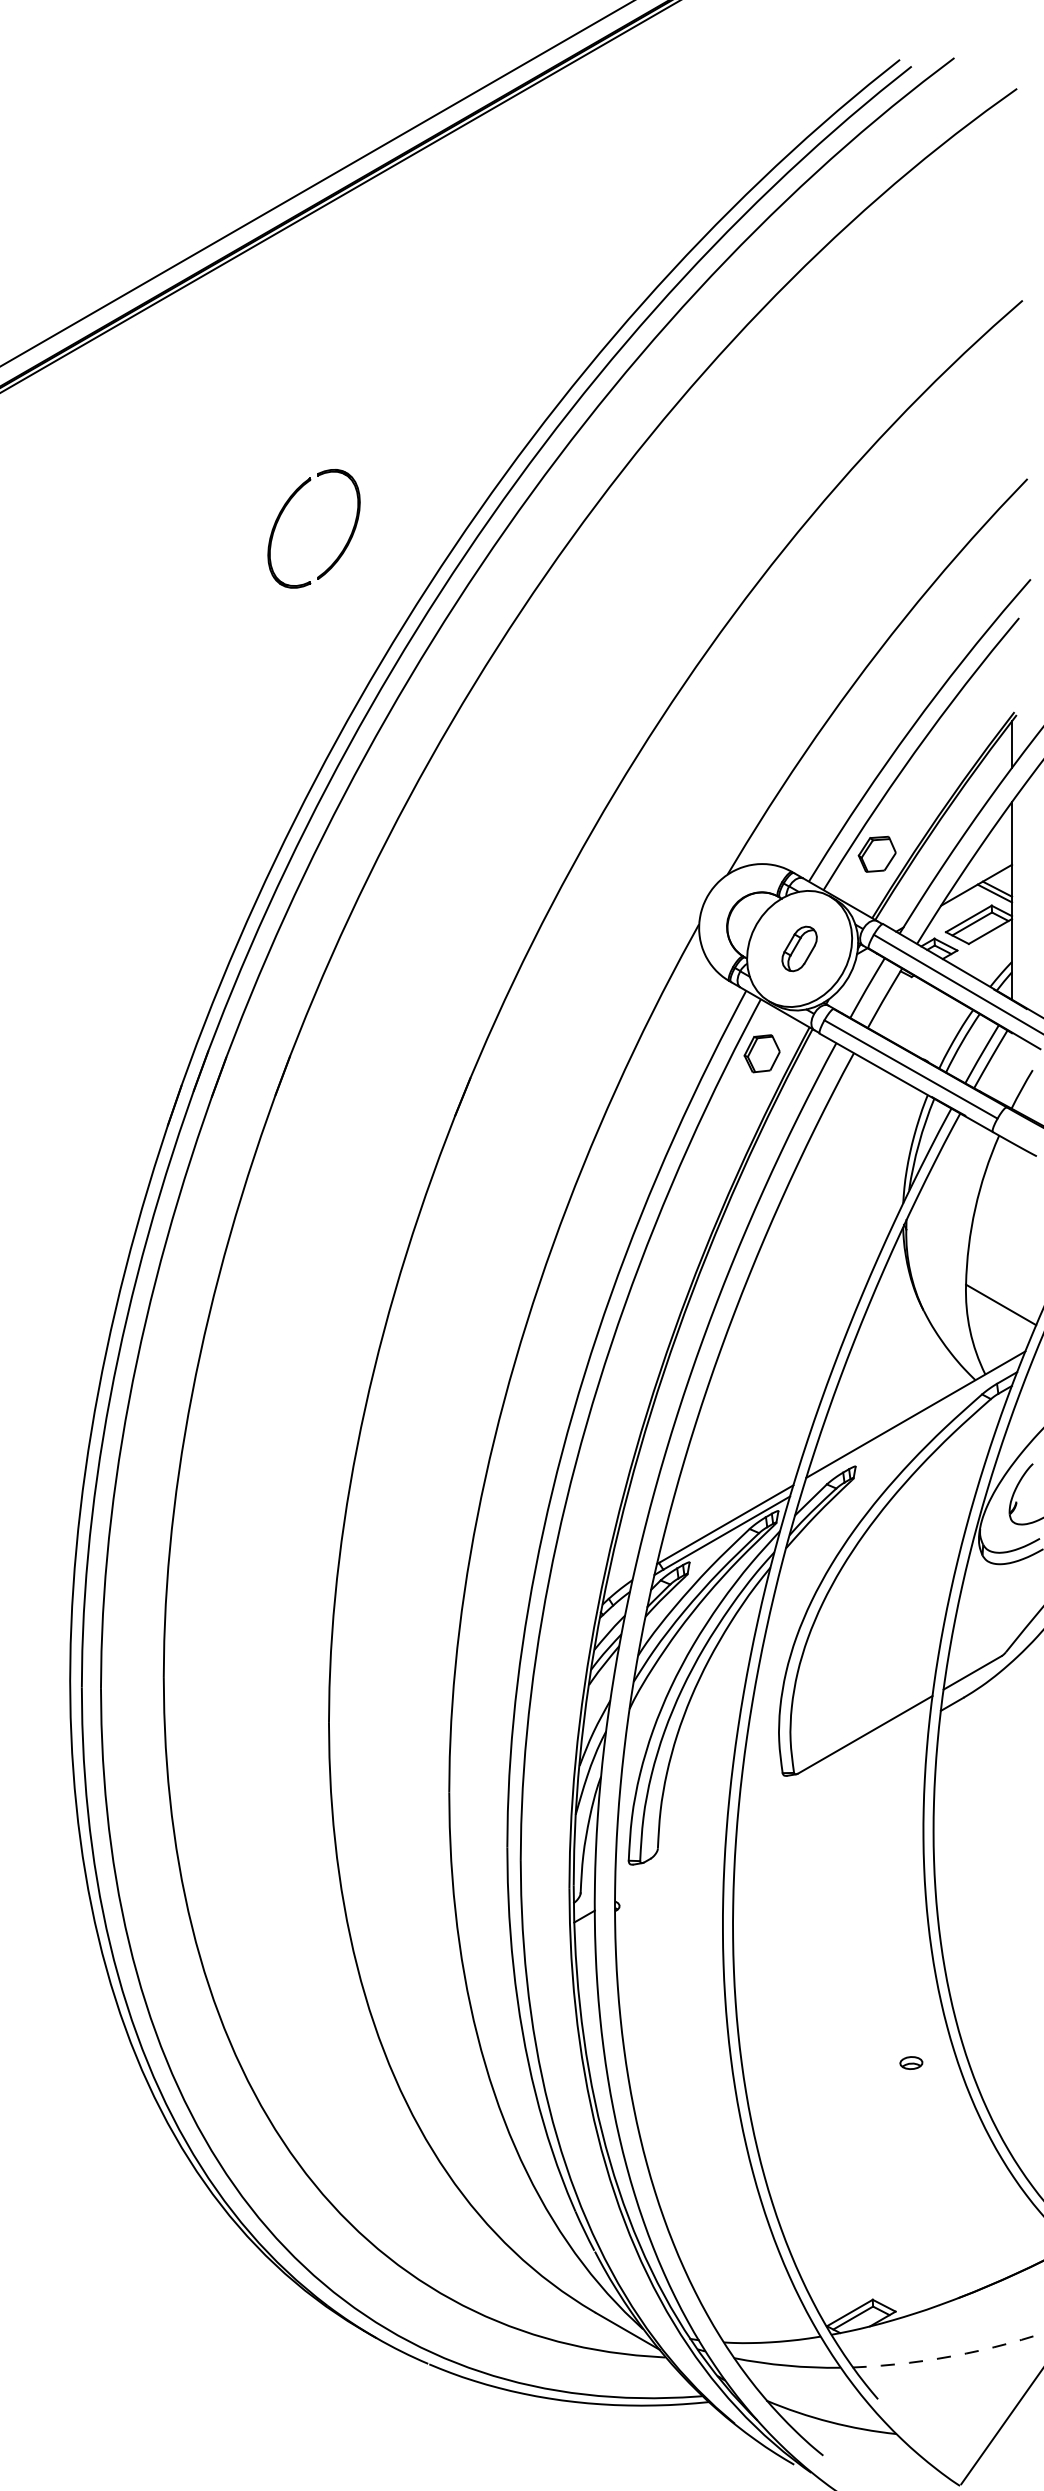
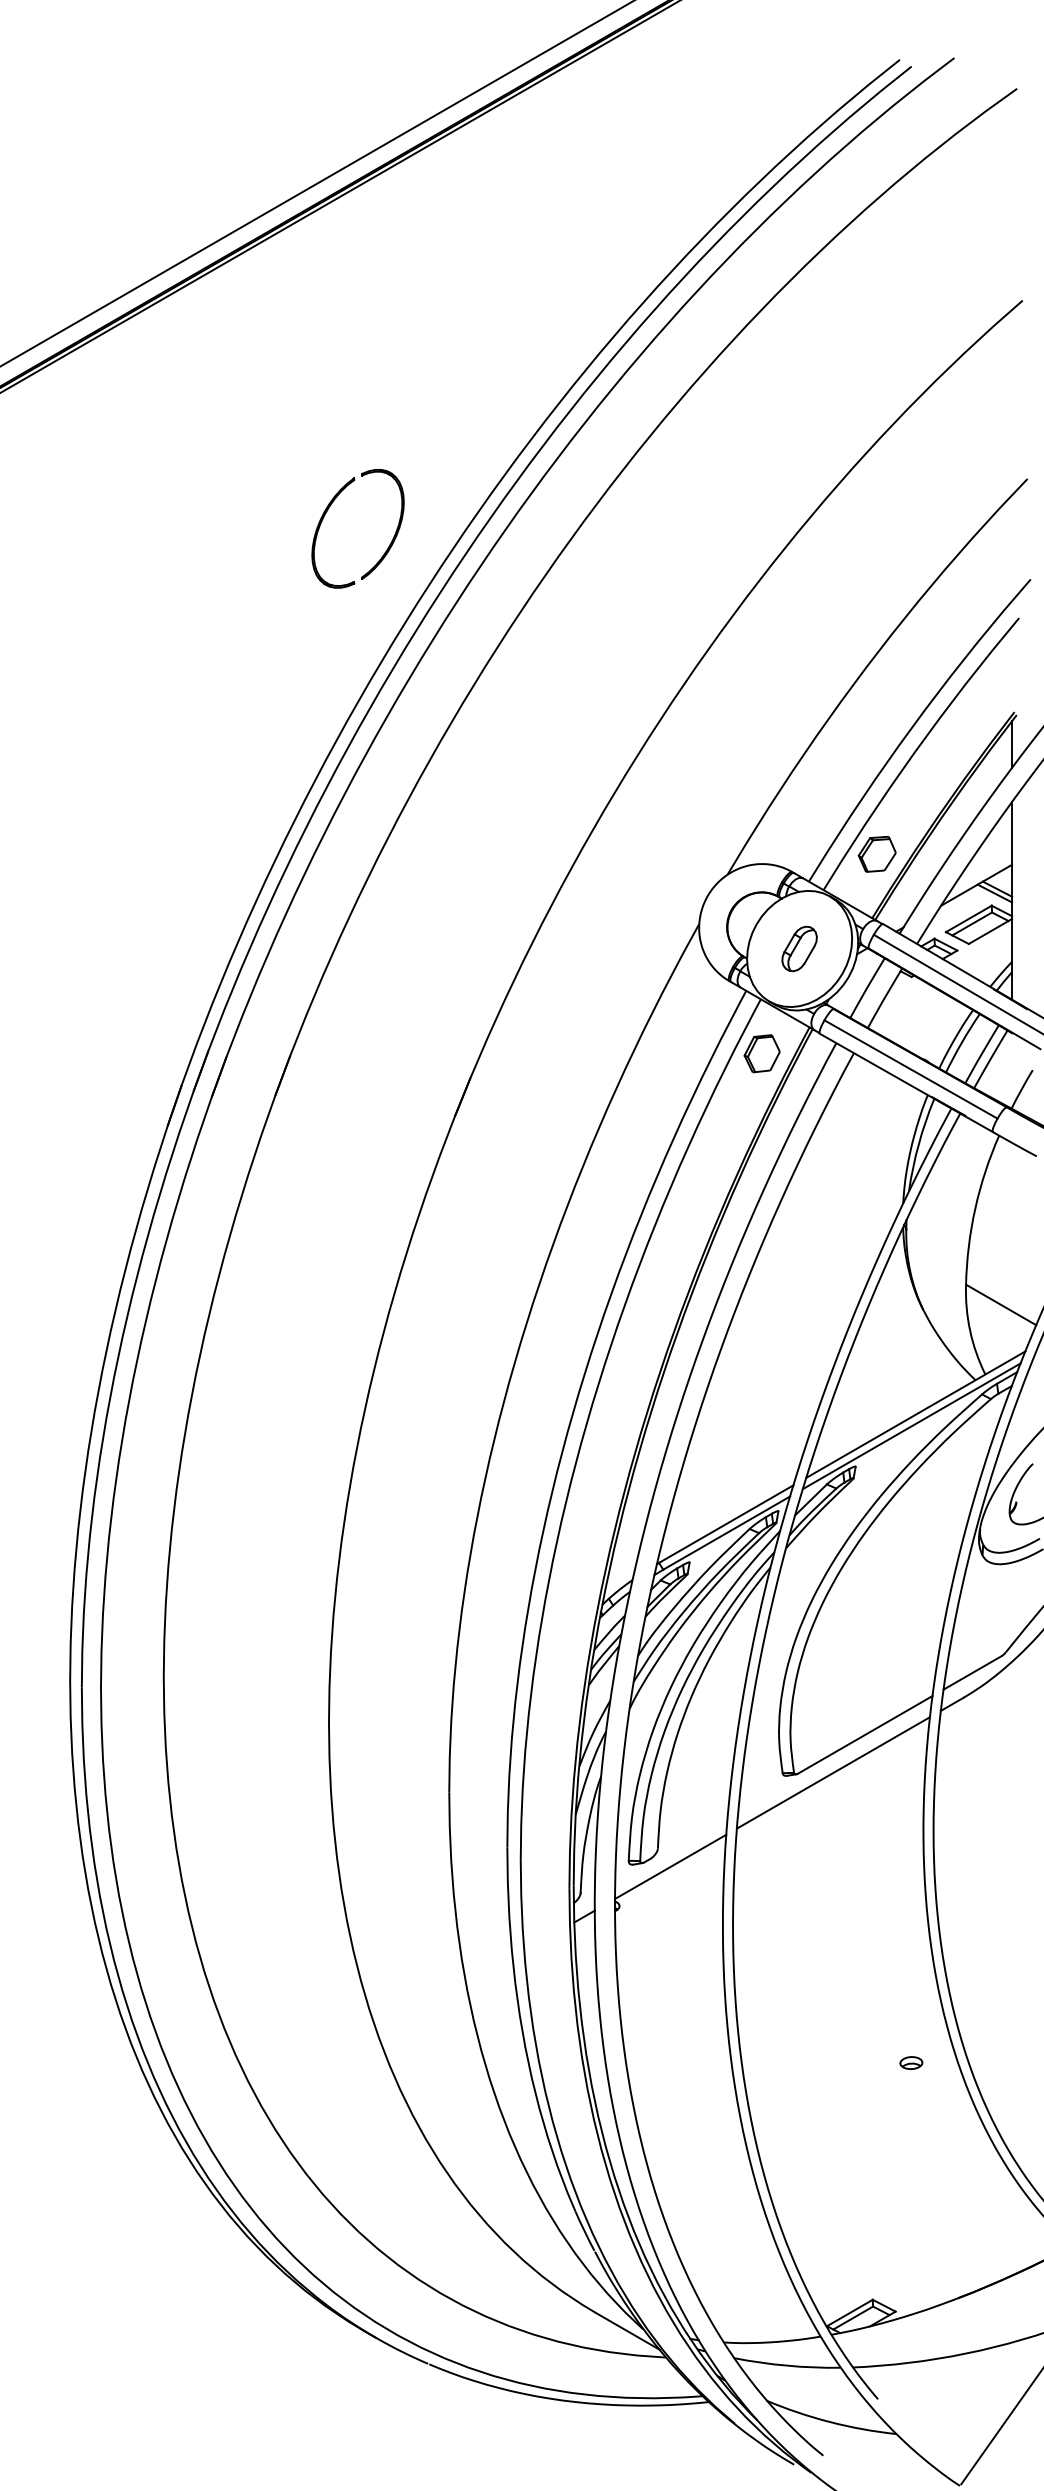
part at (284, 510) position: (284, 510) -> (328, 510)
line at (911, 1426): none -> present
line at (832, 1772): none -> present
line at (670, 1866): none -> present
arc at (949, 2356): dashed -> solid
